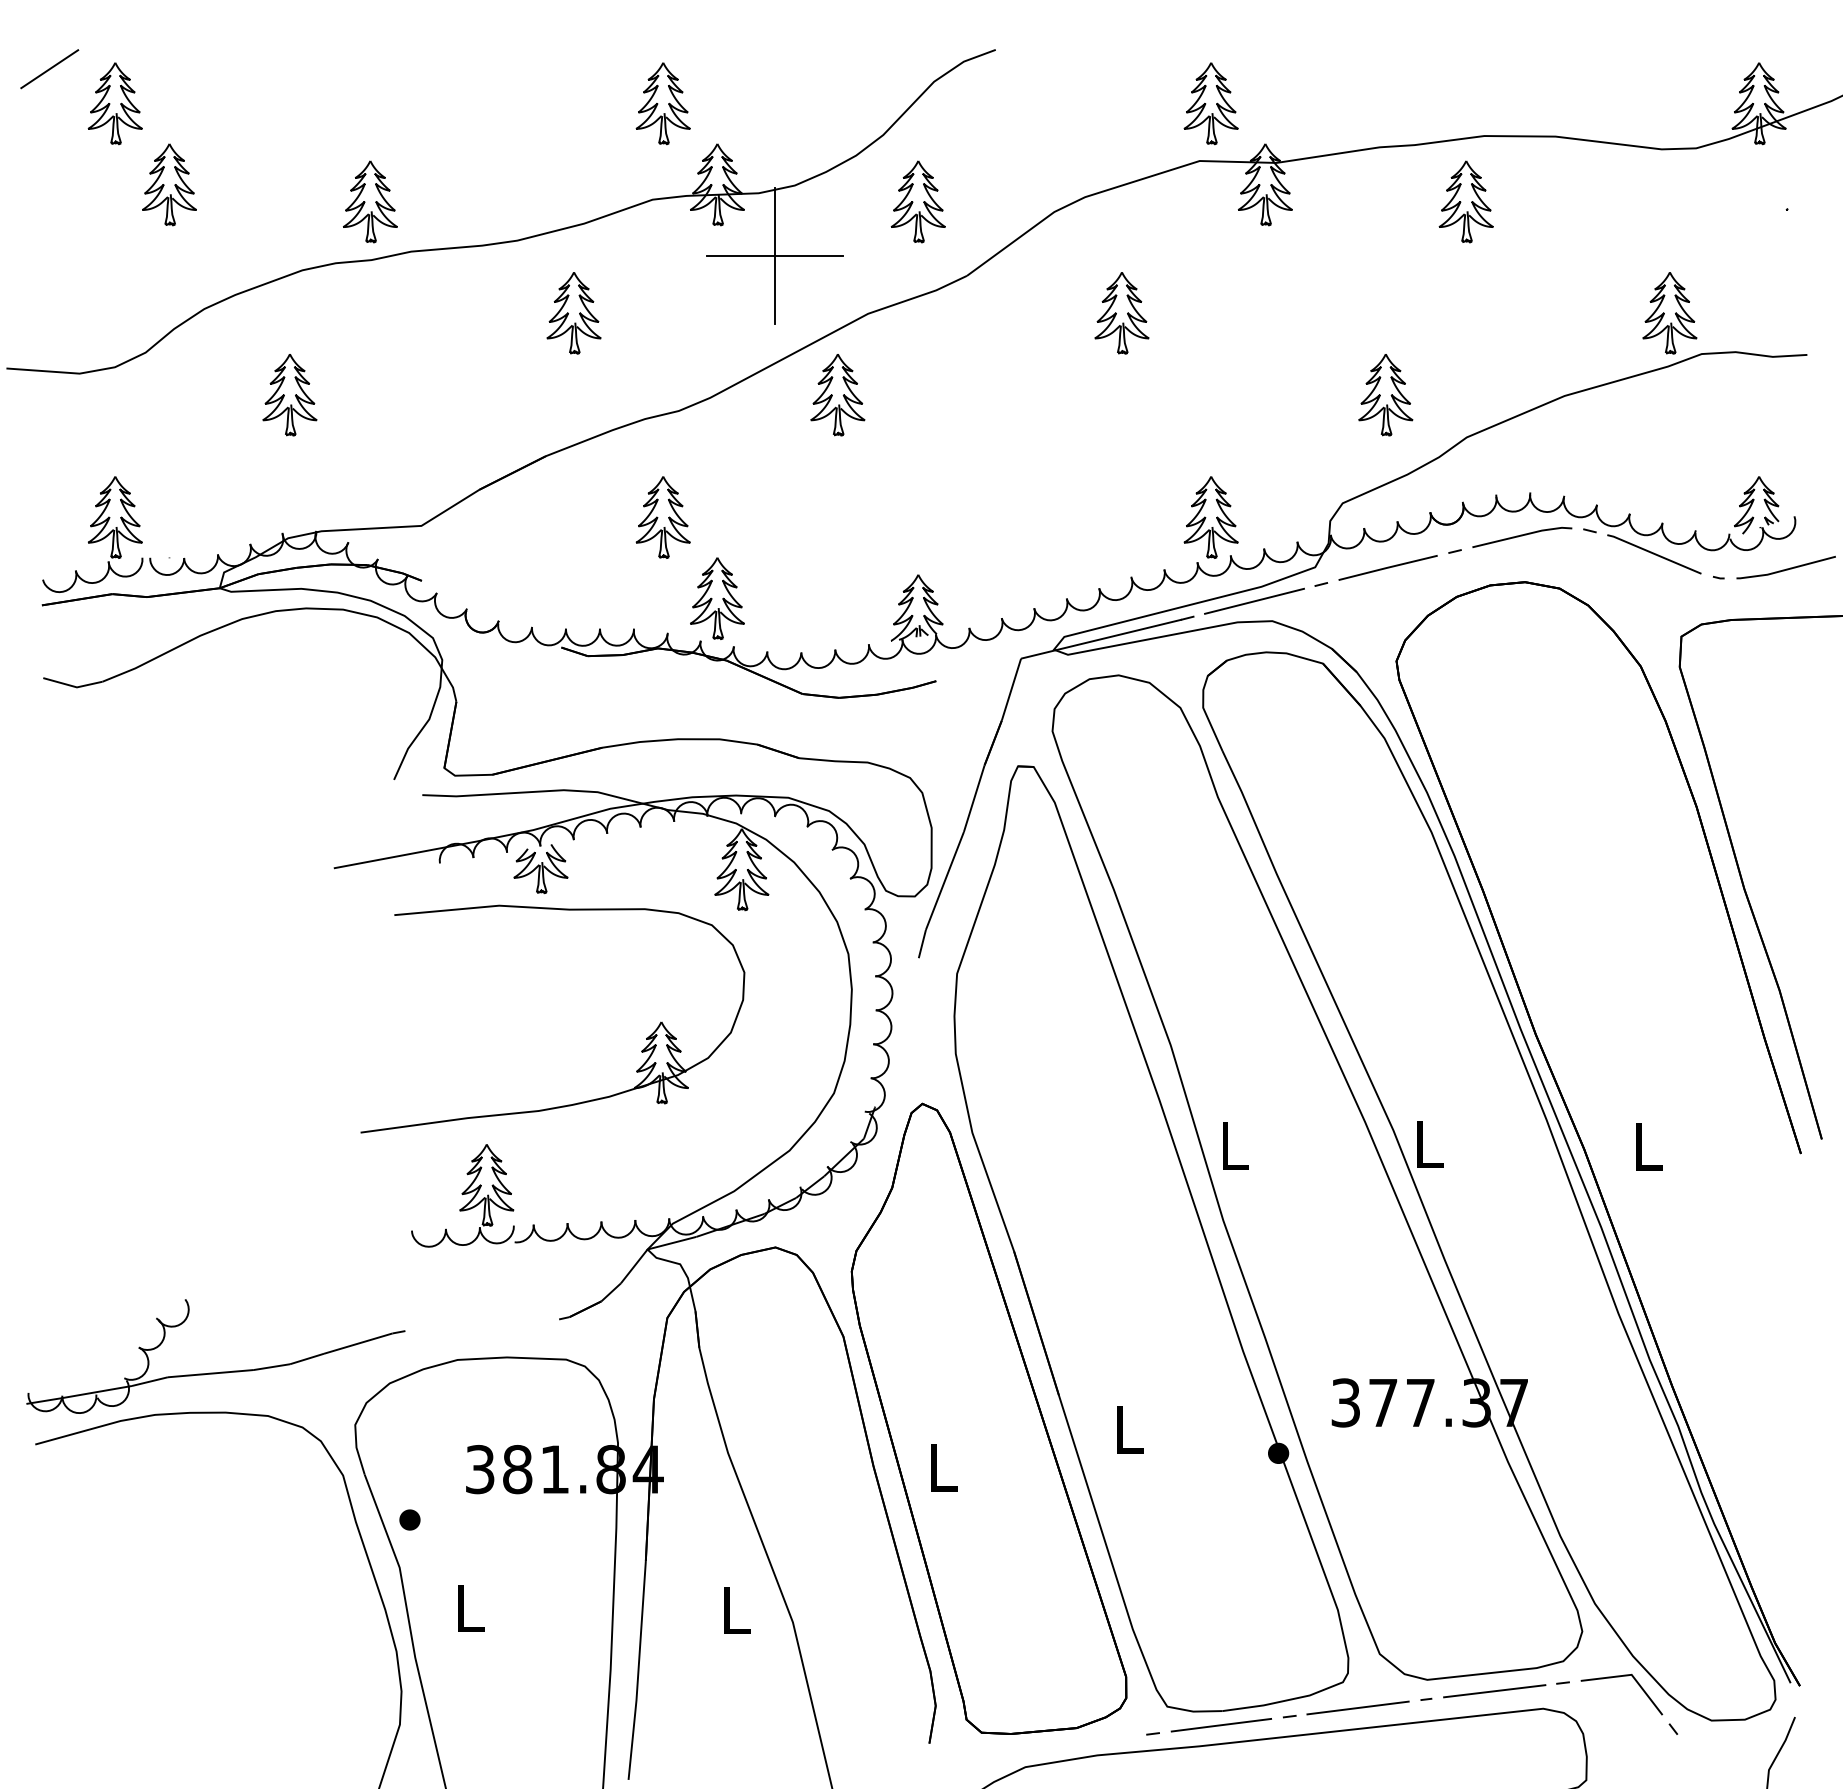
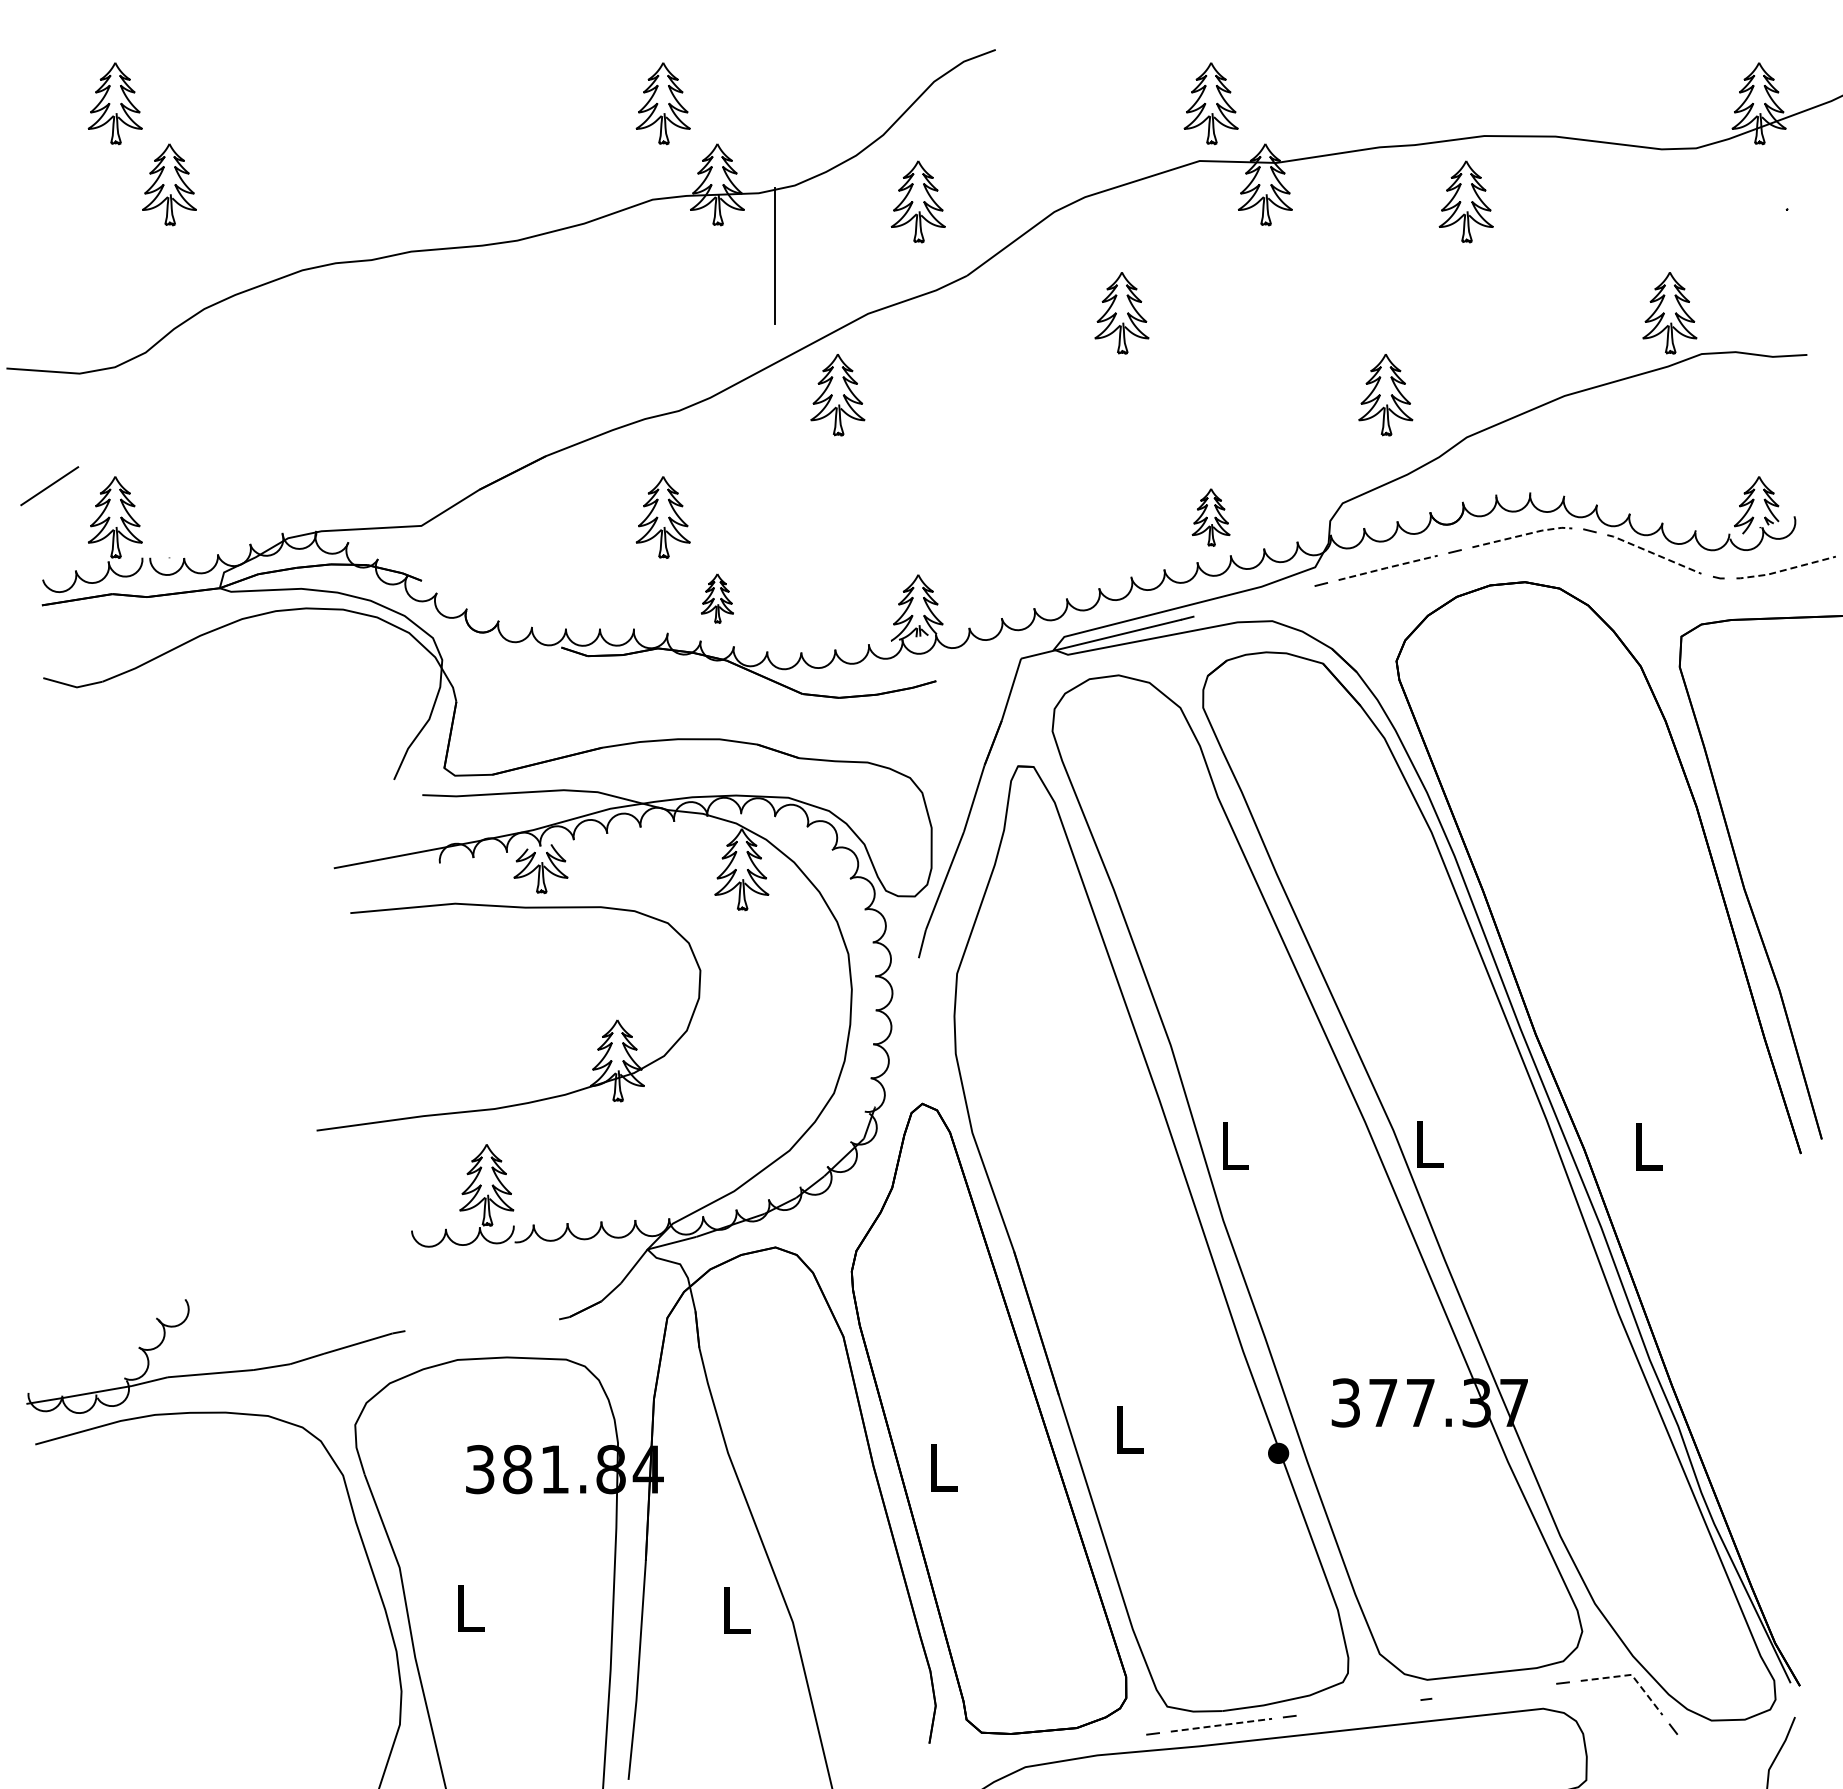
line at (49, 69) position: (49, 69) -> (49, 486)
part at (370, 201): present -> none
line at (775, 256): present -> none
part at (573, 313): present -> none
part at (289, 395): present -> none
part at (1210, 517) size: 56x83 px -> 40x59 px
line at (1523, 535): solid -> dashed
line at (1653, 553): solid -> dashed
line at (1387, 567): solid -> dashed
line at (1785, 569): solid -> dashed
part at (717, 598) size: 55x83 px -> 34x51 px
line at (1254, 600): present -> none
part at (567, 1104) position: (567, 1104) -> (523, 1102)
part at (409, 1519): present -> none
line at (1631, 1674): solid -> dashed
line at (1494, 1691): present -> none
line at (1357, 1707): present -> none
line at (1220, 1725): solid -> dashed
